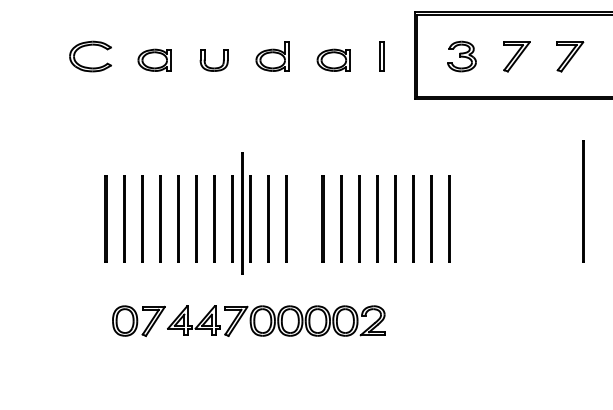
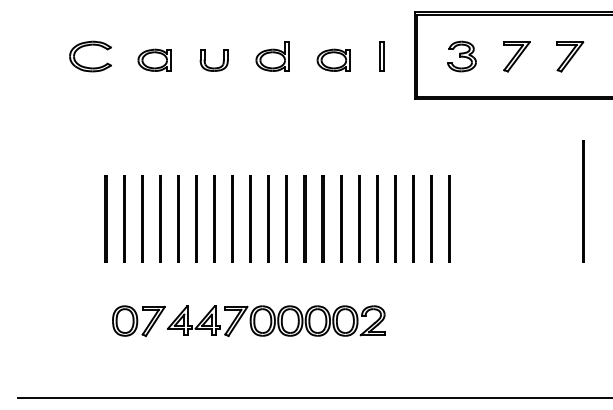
line at (242, 213): present -> none
line at (304, 218): none -> present
line at (313, 397): none -> present
